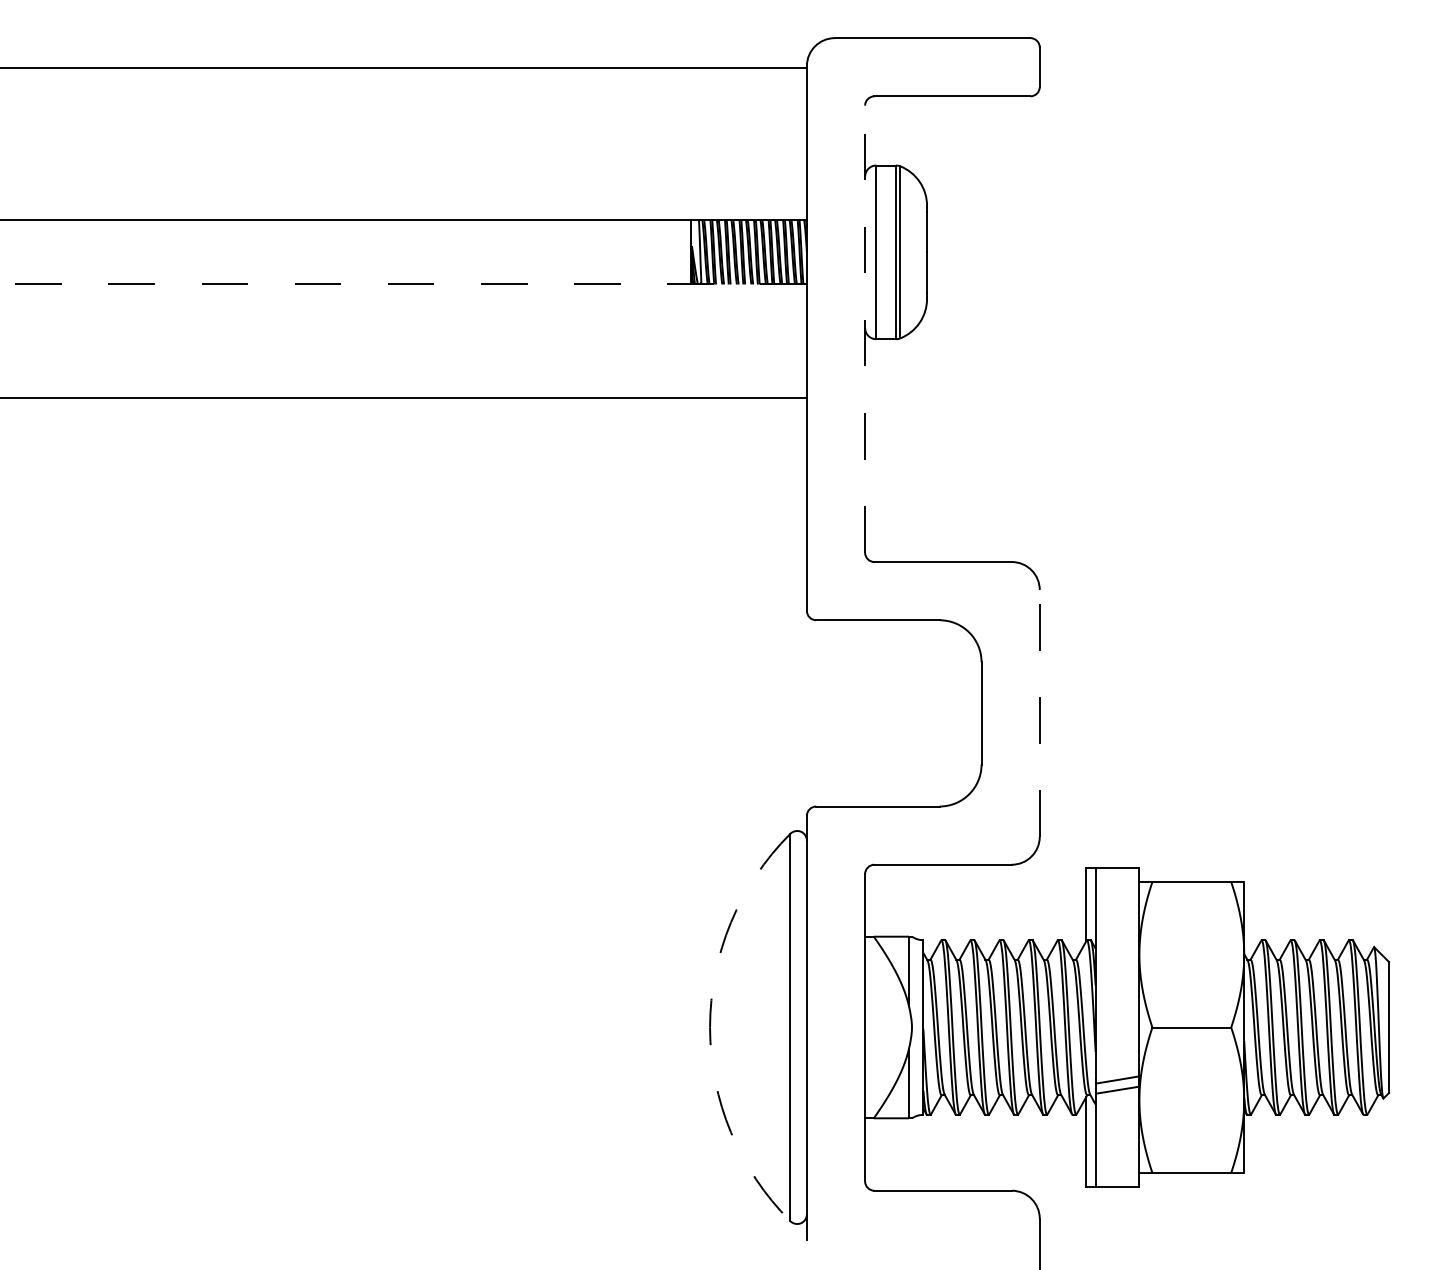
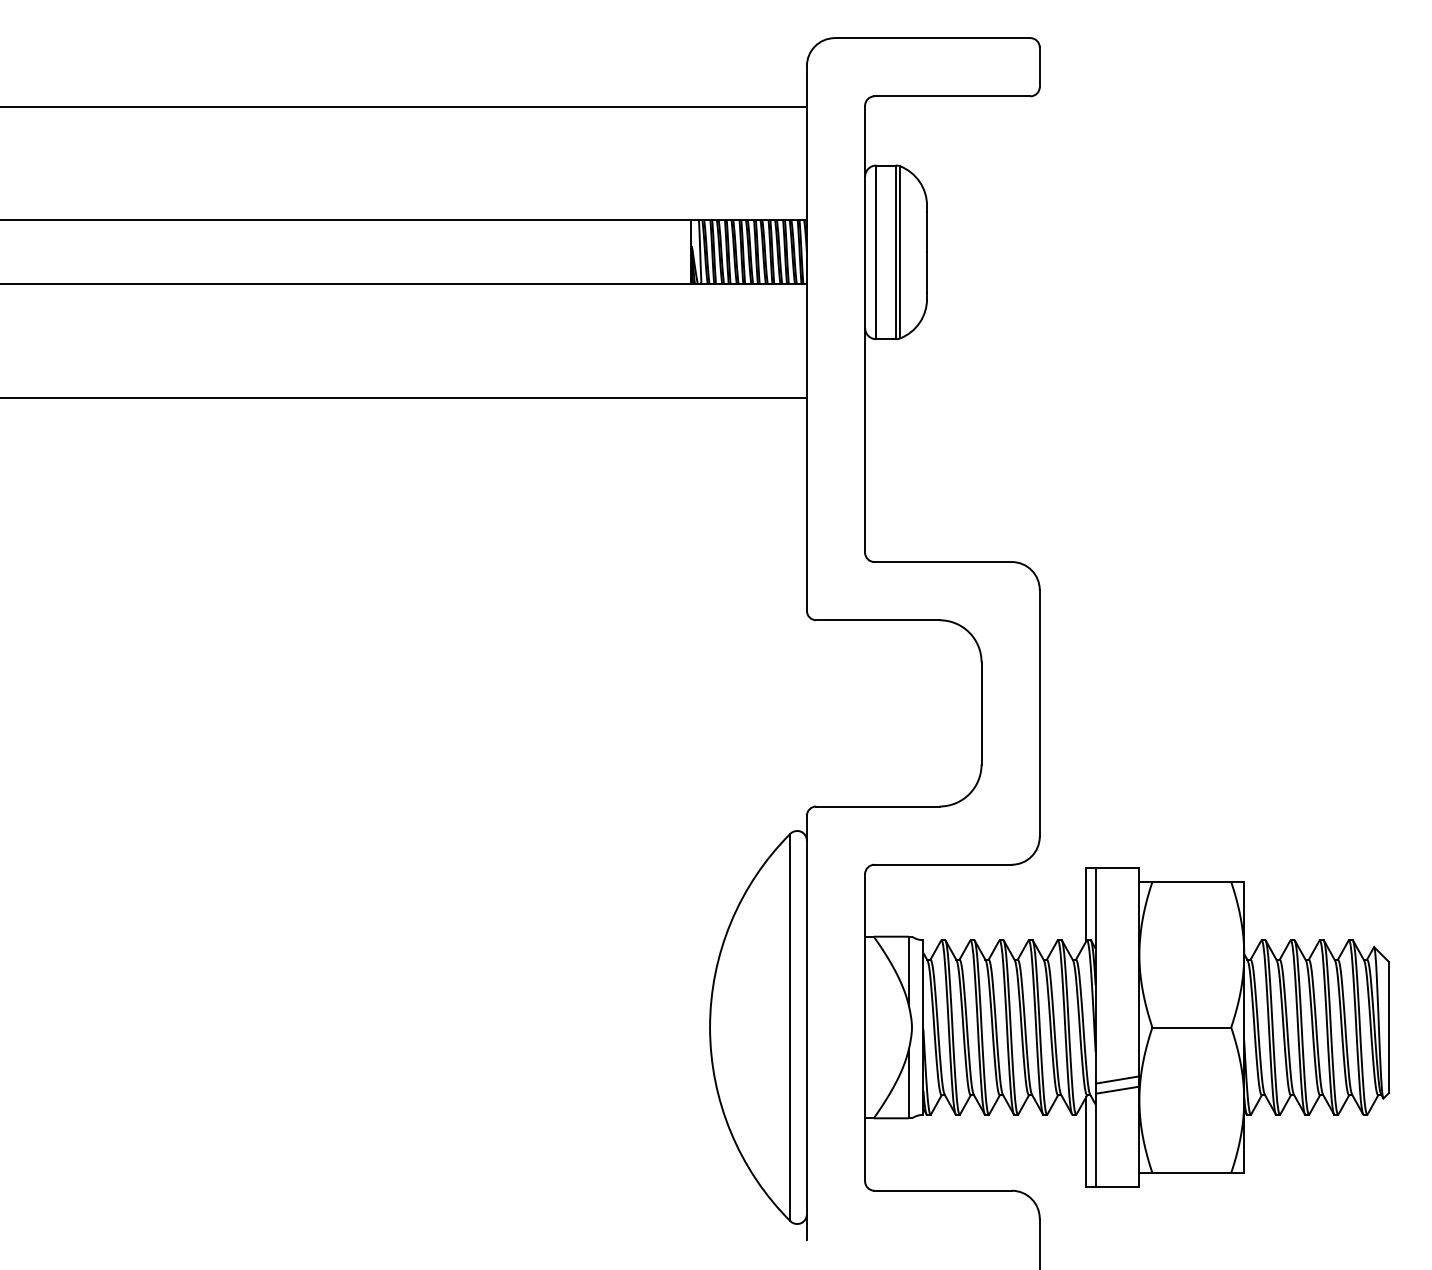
line at (404, 67) position: (404, 67) -> (404, 106)
line at (403, 284): dashed -> solid
line at (865, 329): dashed -> solid
line at (1039, 712): dashed -> solid
arc at (710, 1027): dashed -> solid
